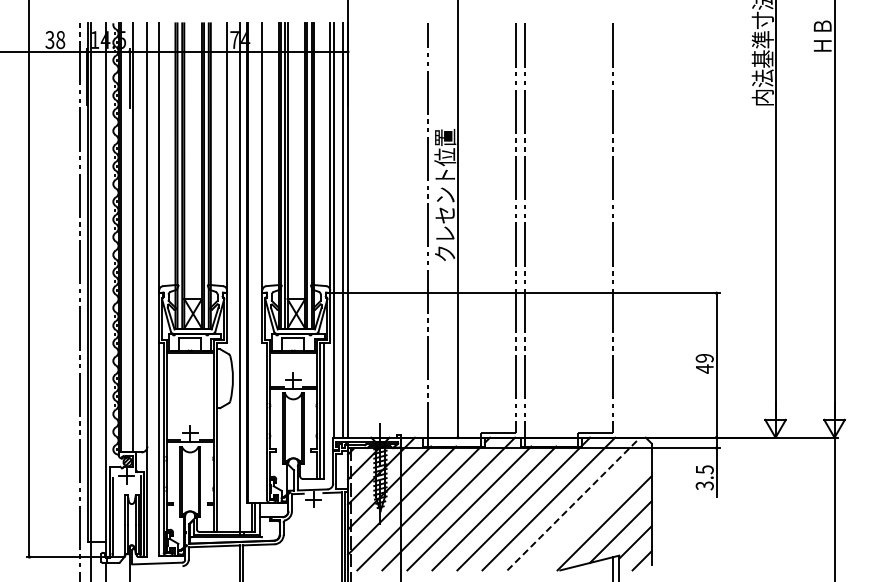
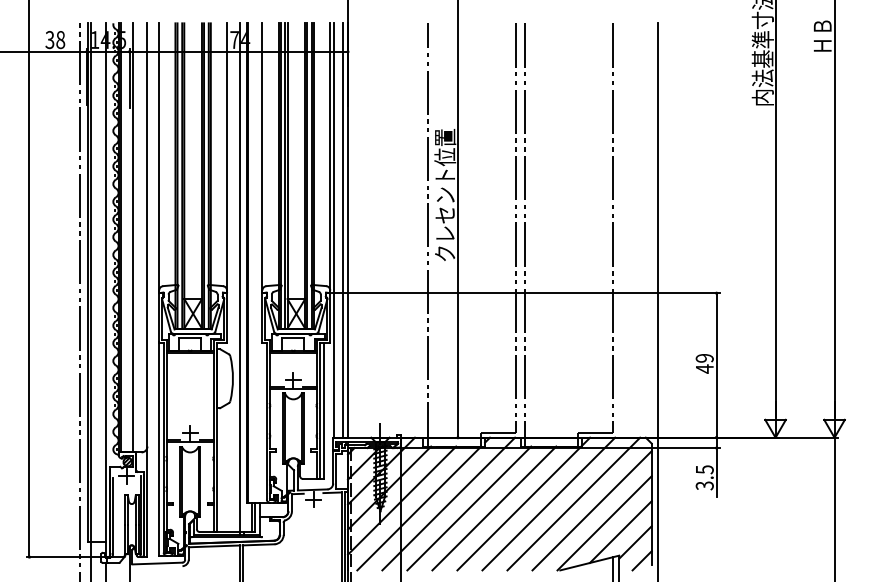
line at (657, 300): none -> present
line at (573, 504): dashed -> solid
line at (591, 510): none -> present
